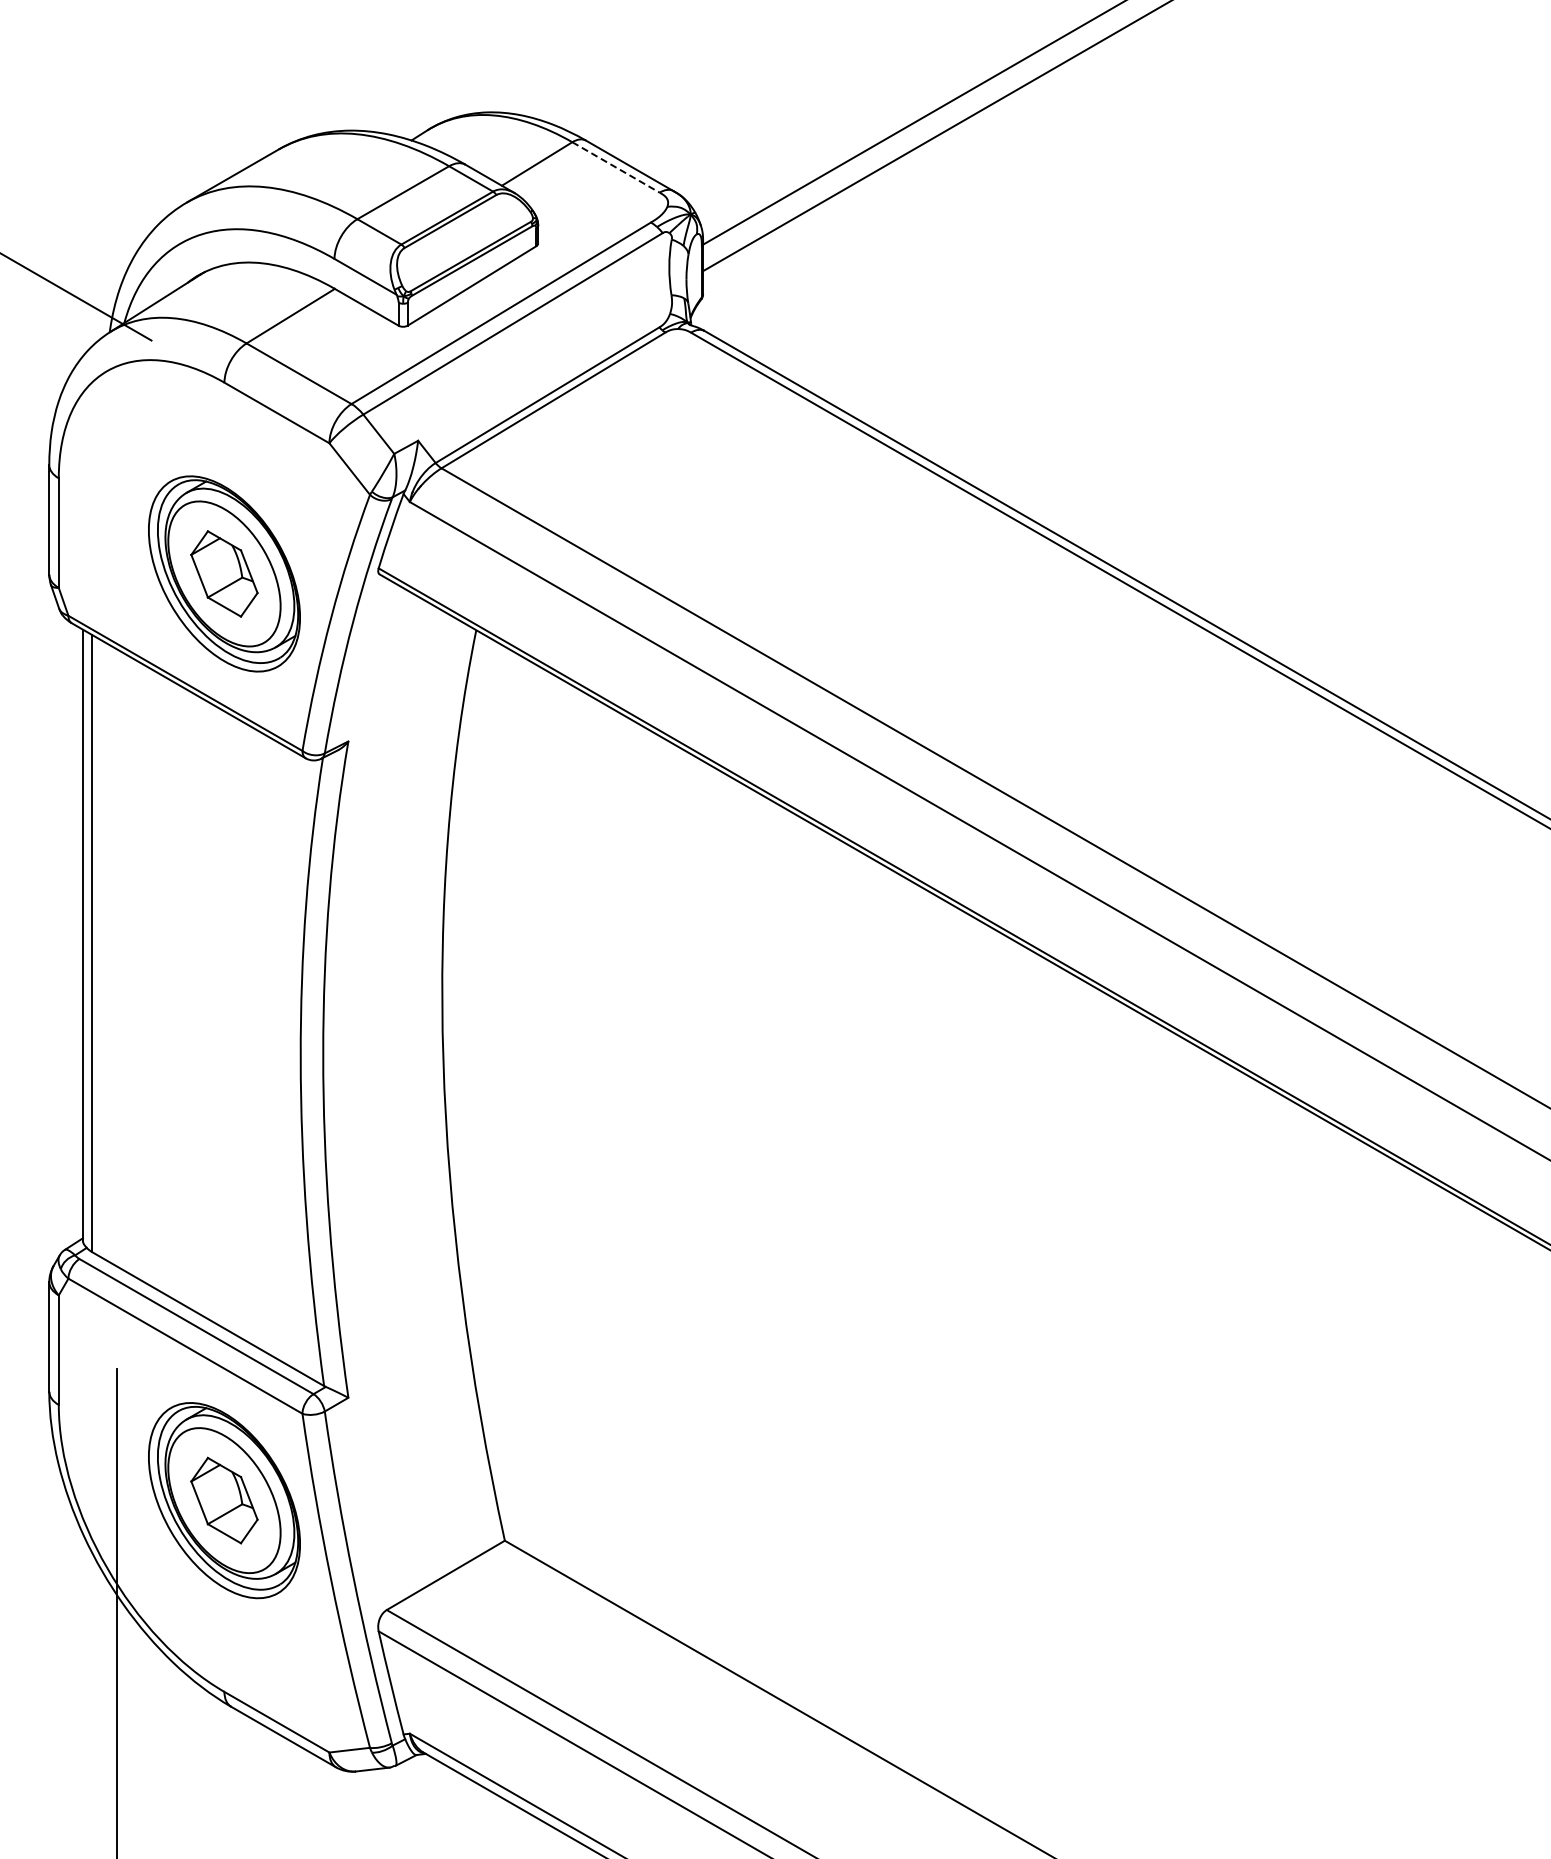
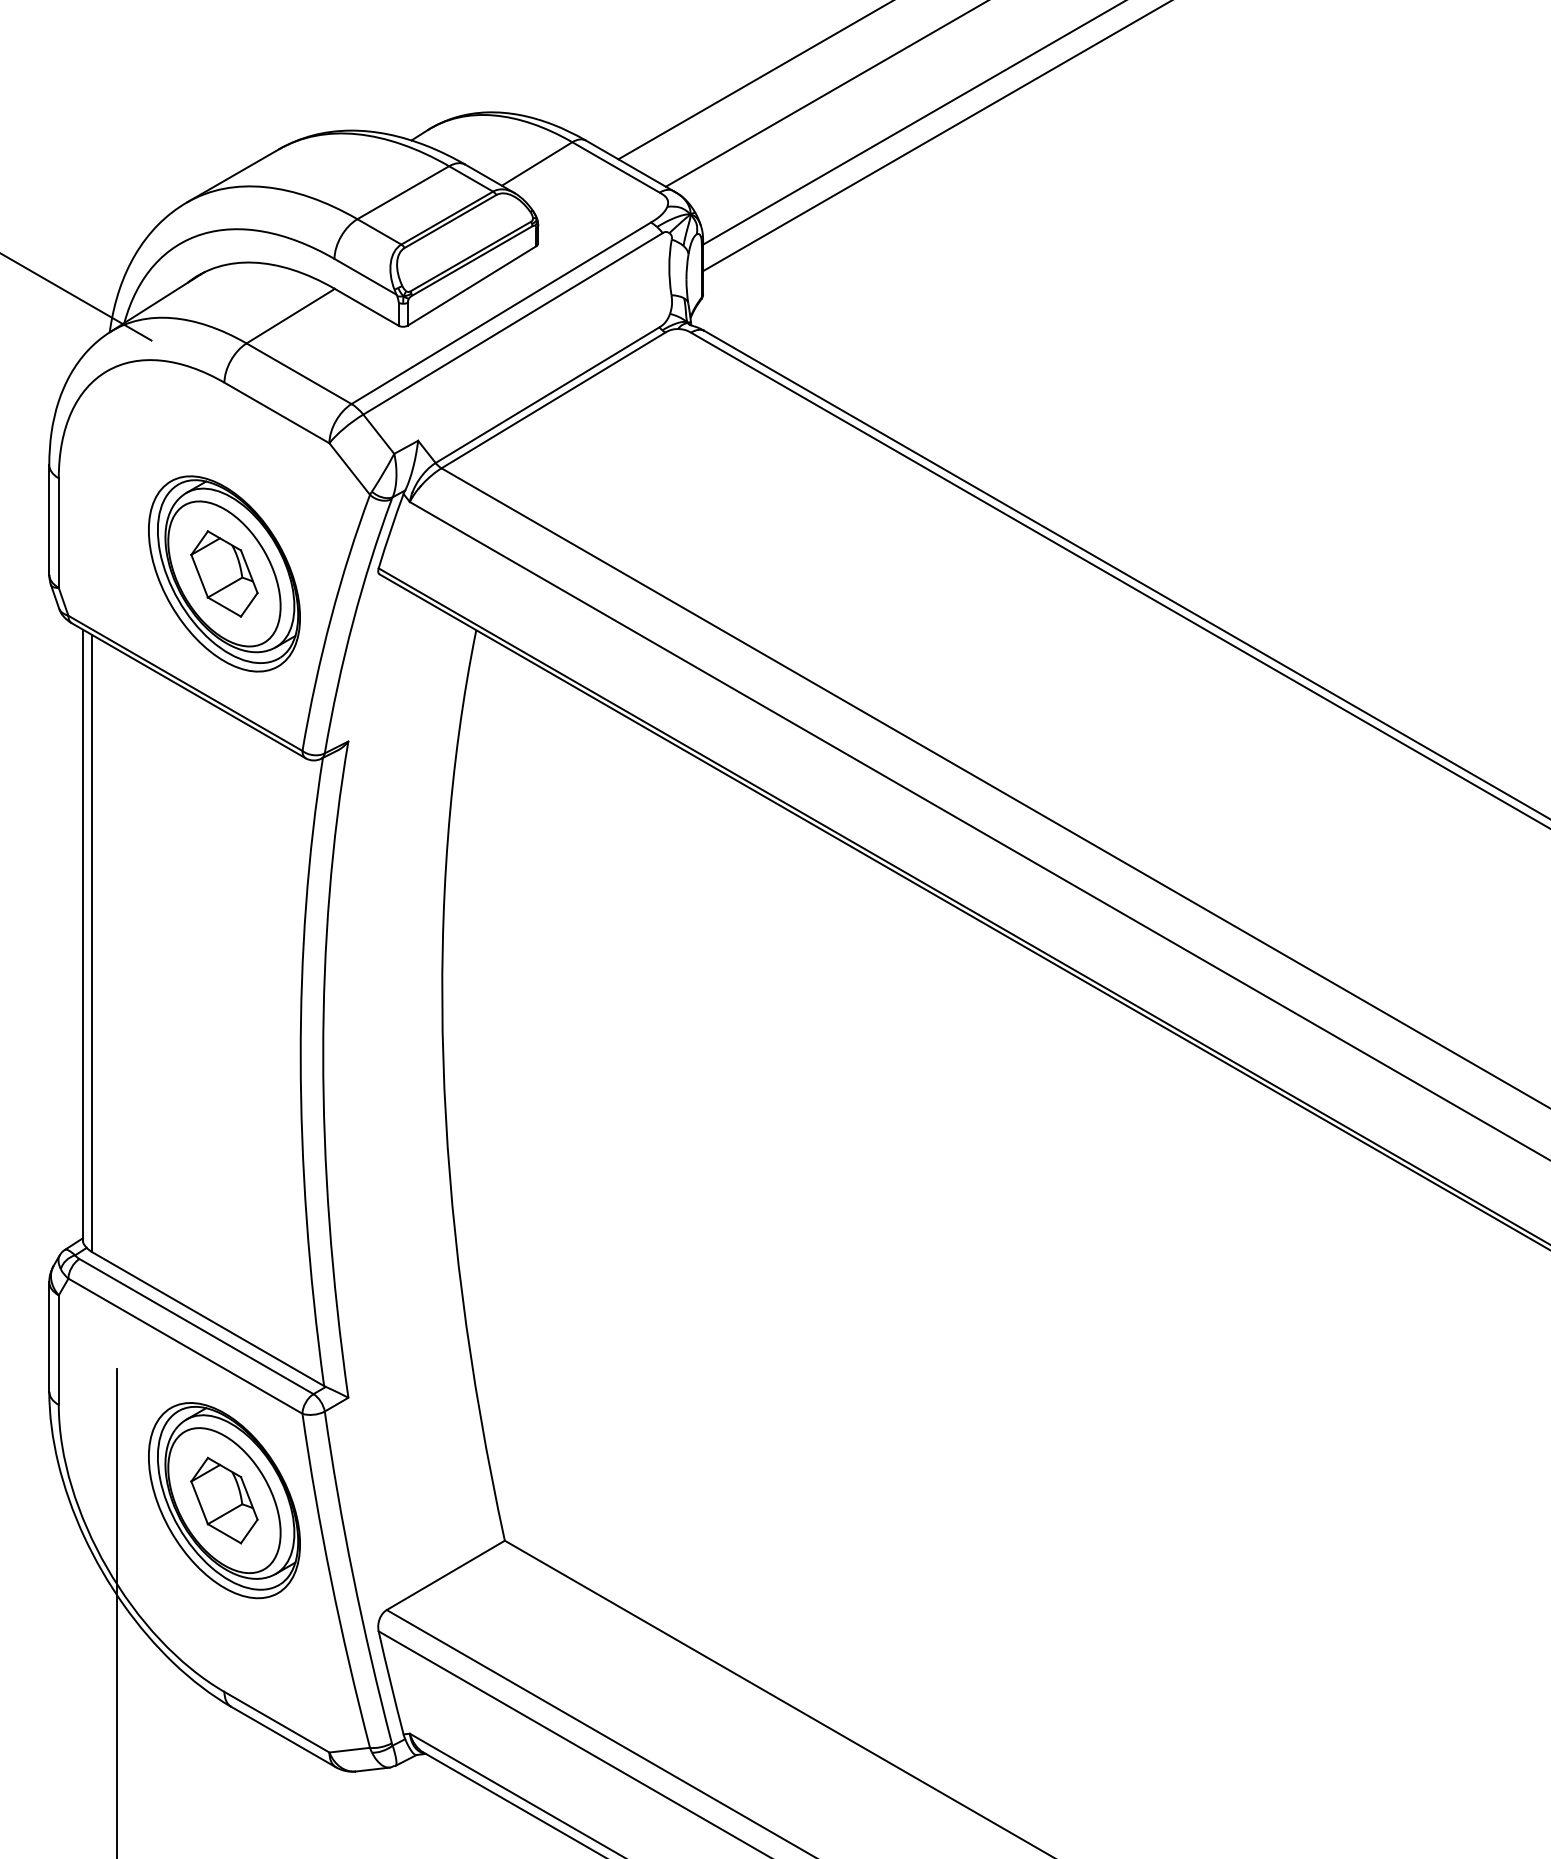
line at (754, 80): none -> present
line at (825, 94): none -> present
line at (616, 167): dashed -> solid
